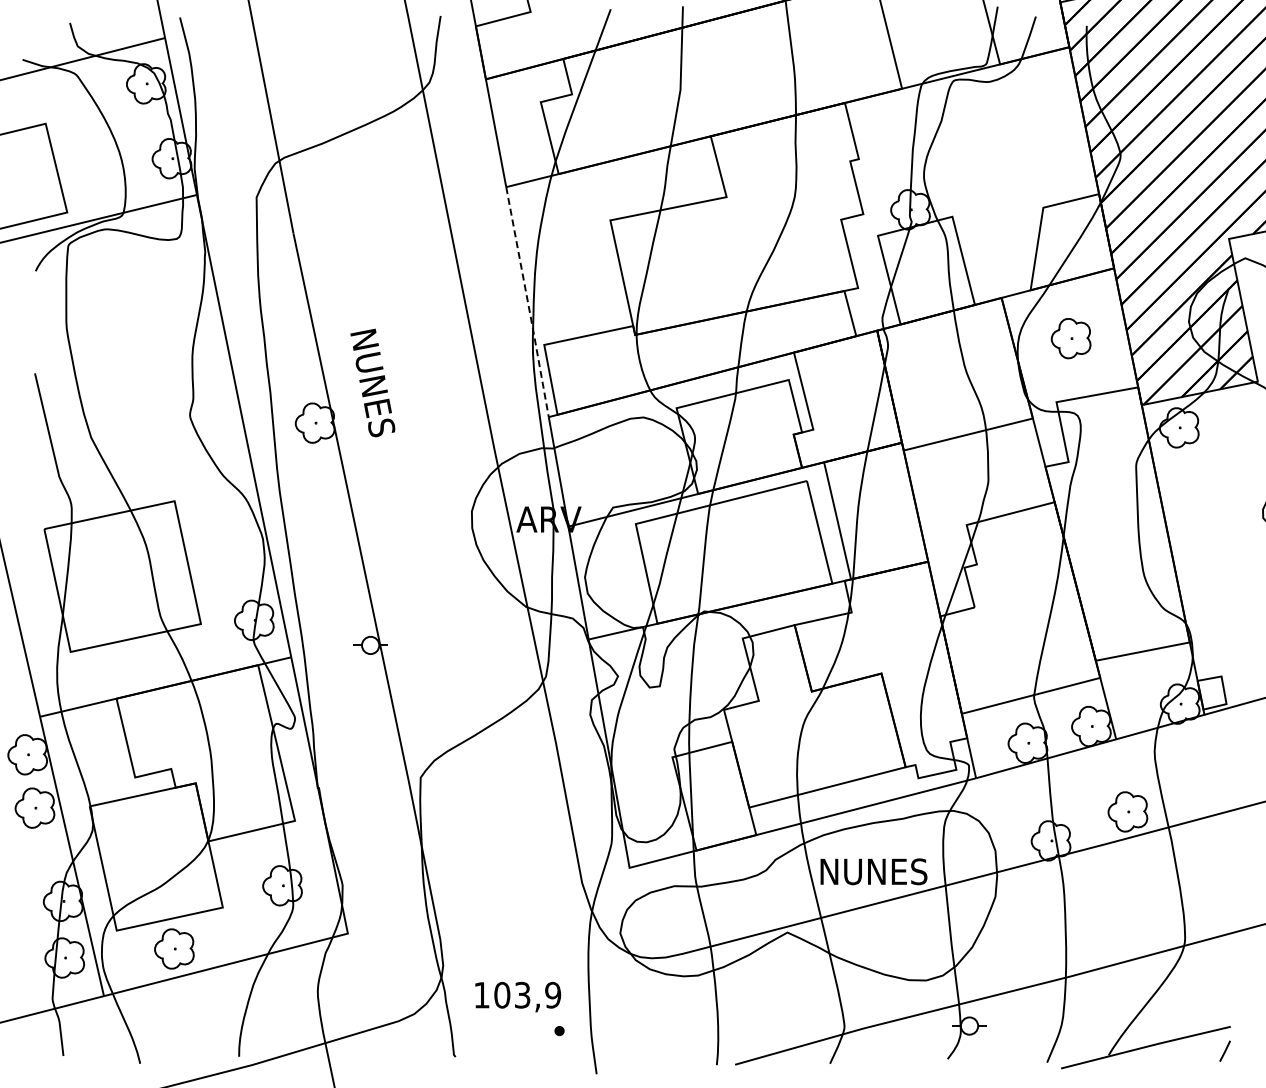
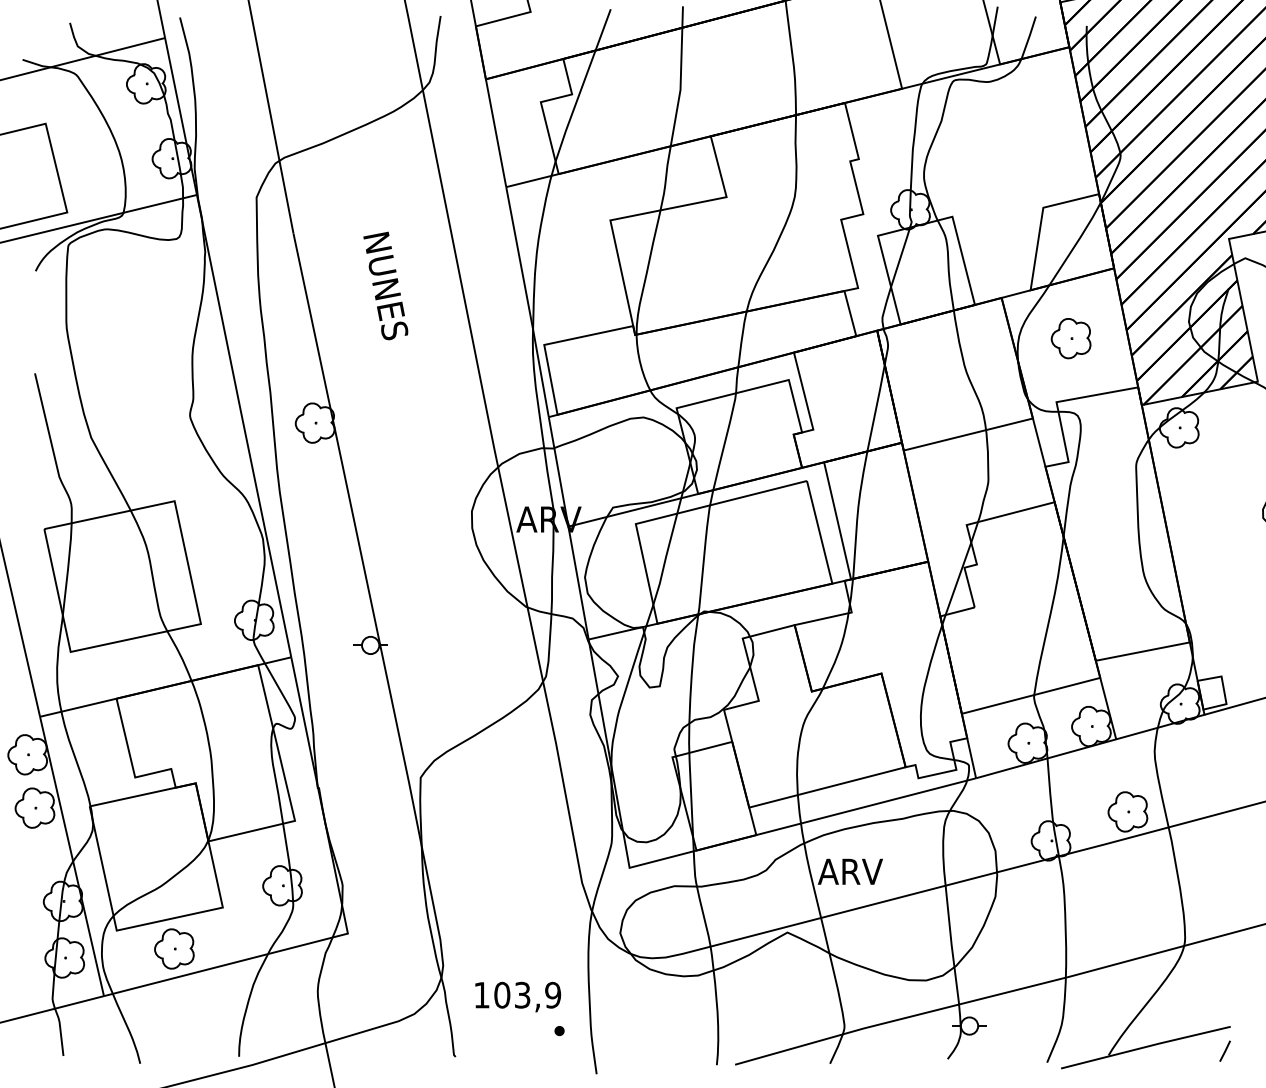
line at (528, 302): dashed -> solid
text at (372, 382) position: (372, 382) -> (385, 285)
text at (872, 871): NUNES -> ARV
